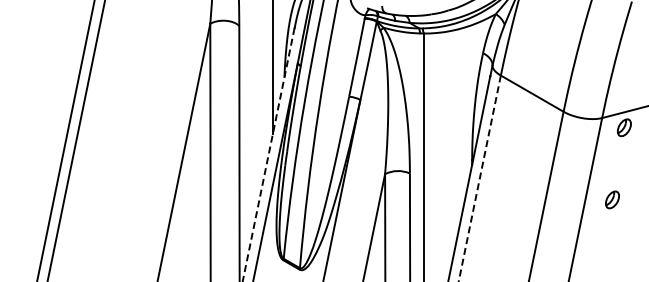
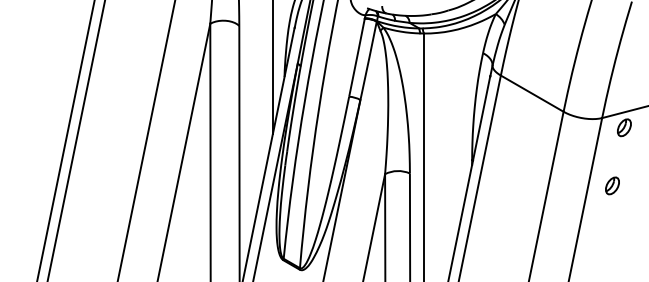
line at (146, 140): none -> present
line at (268, 155): dashed -> solid
line at (479, 178): dashed -> solid
part at (612, 199) position: (612, 199) -> (612, 185)
